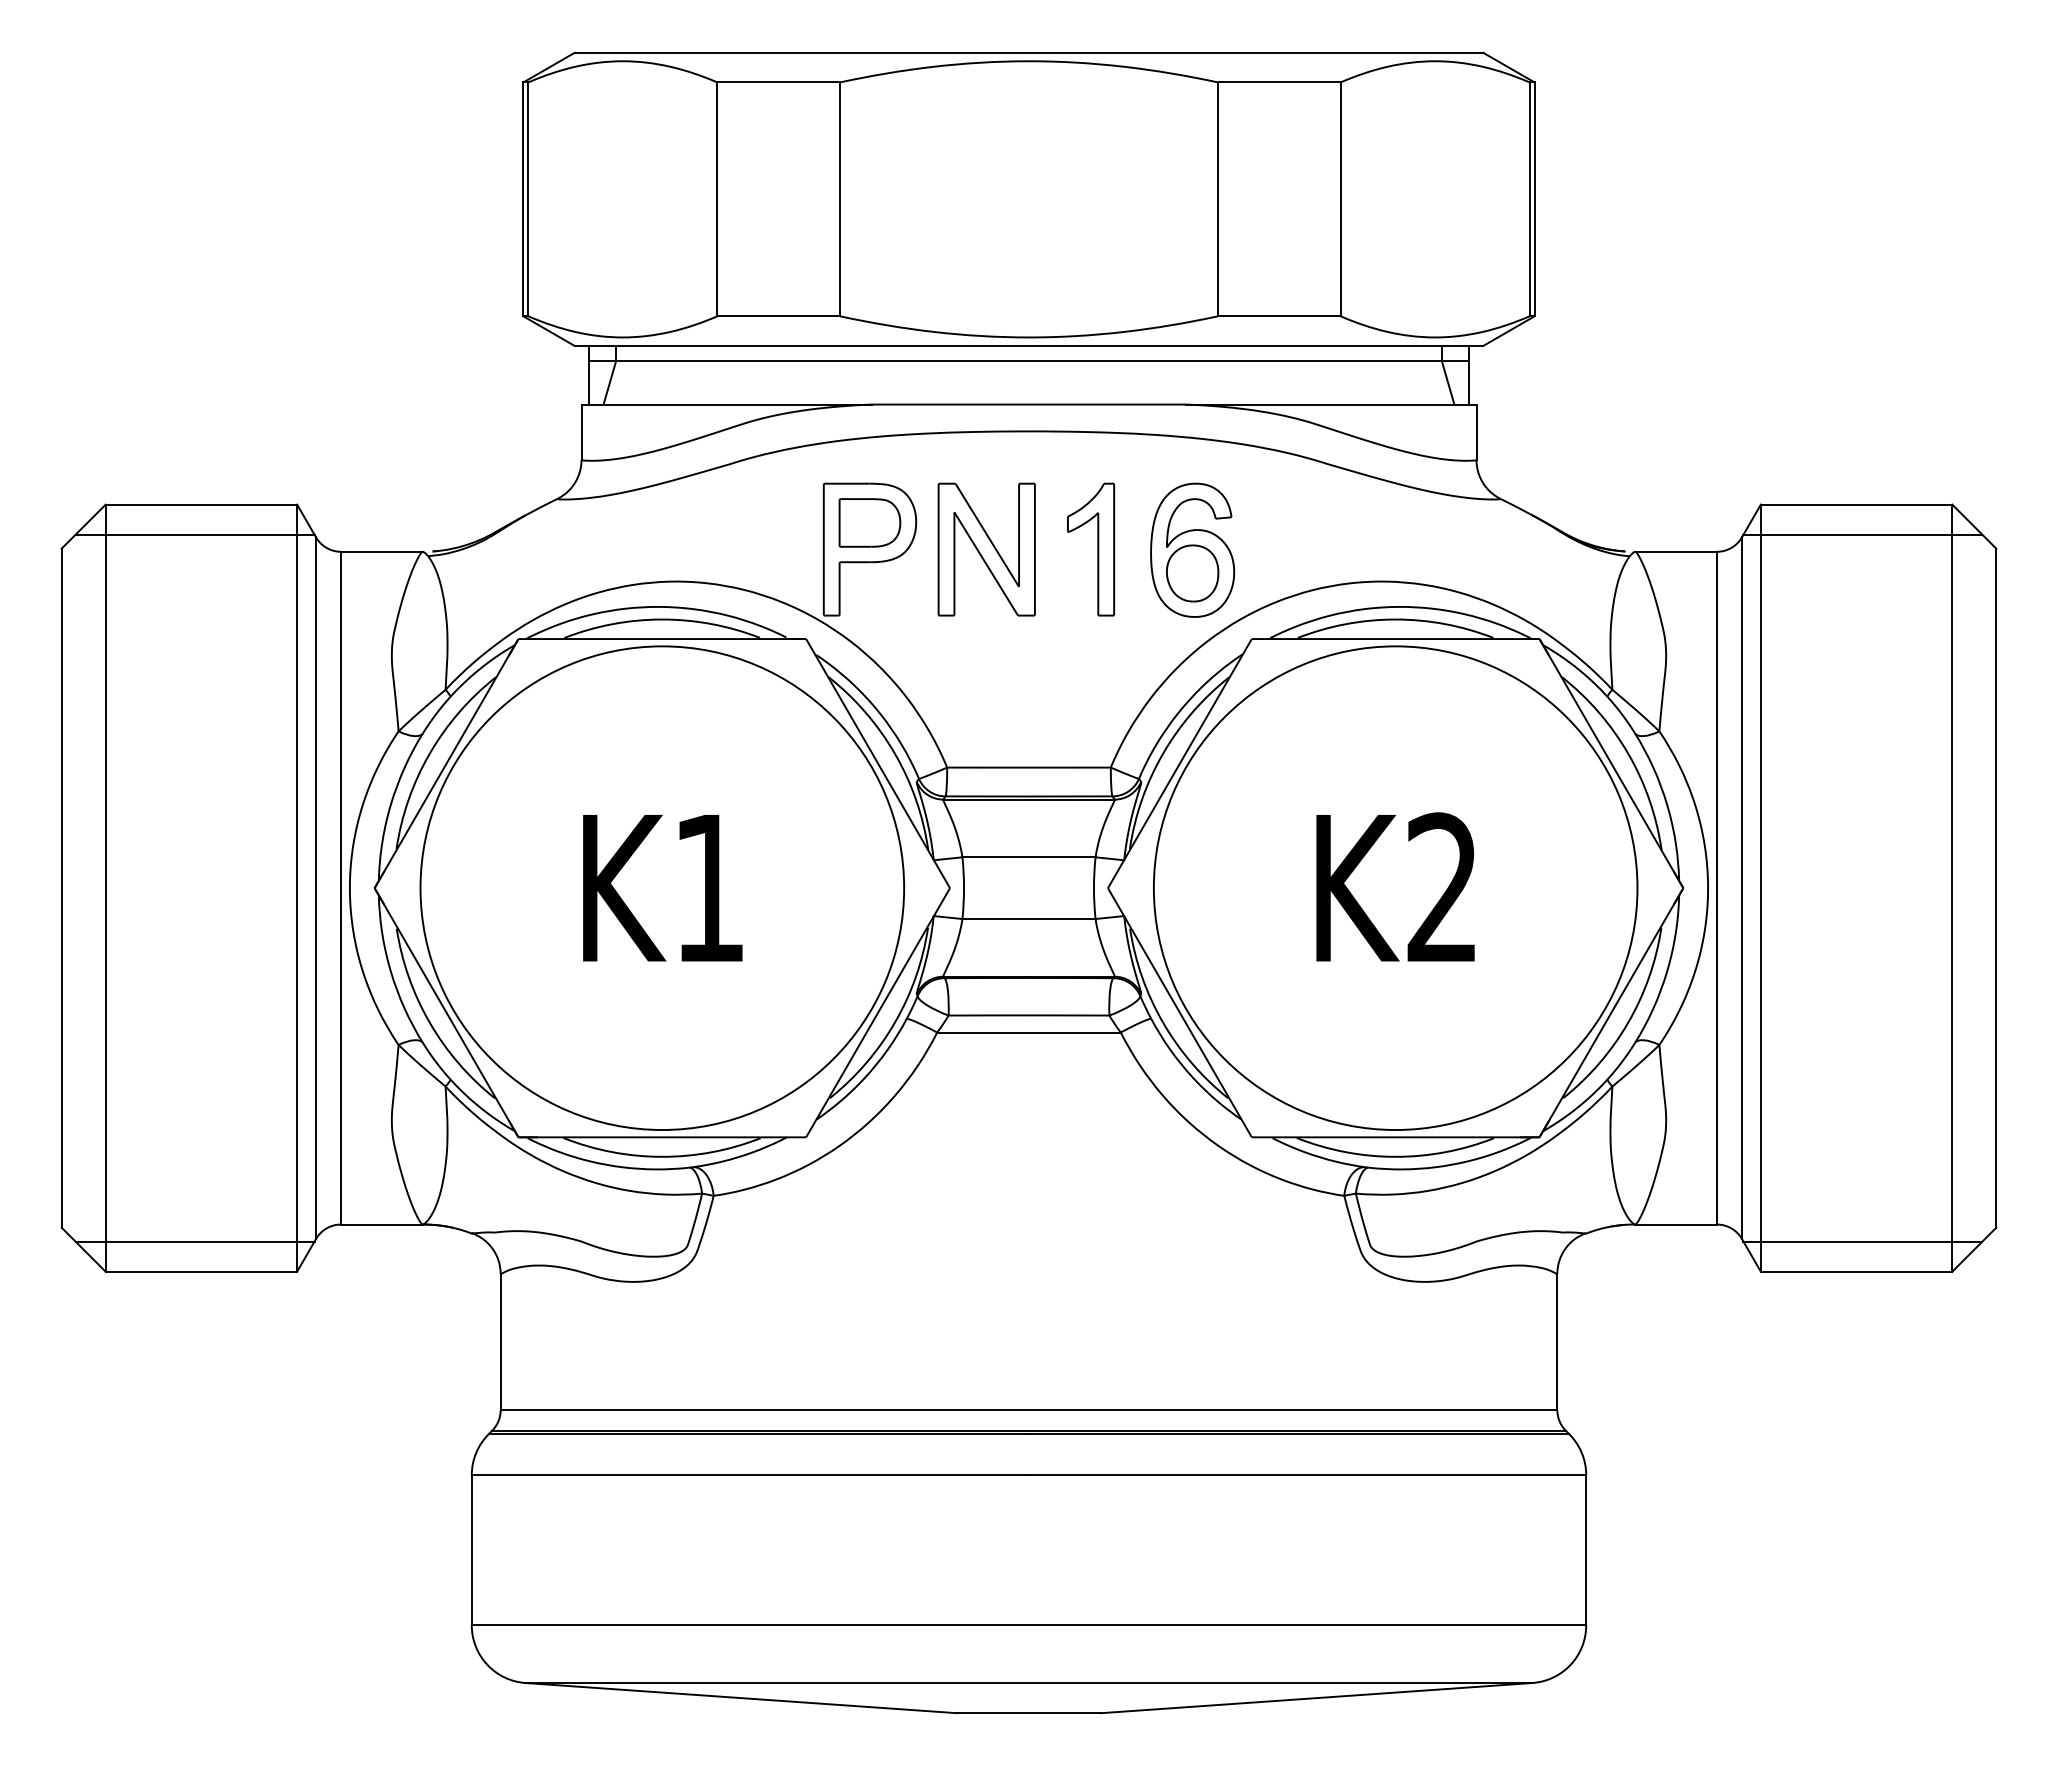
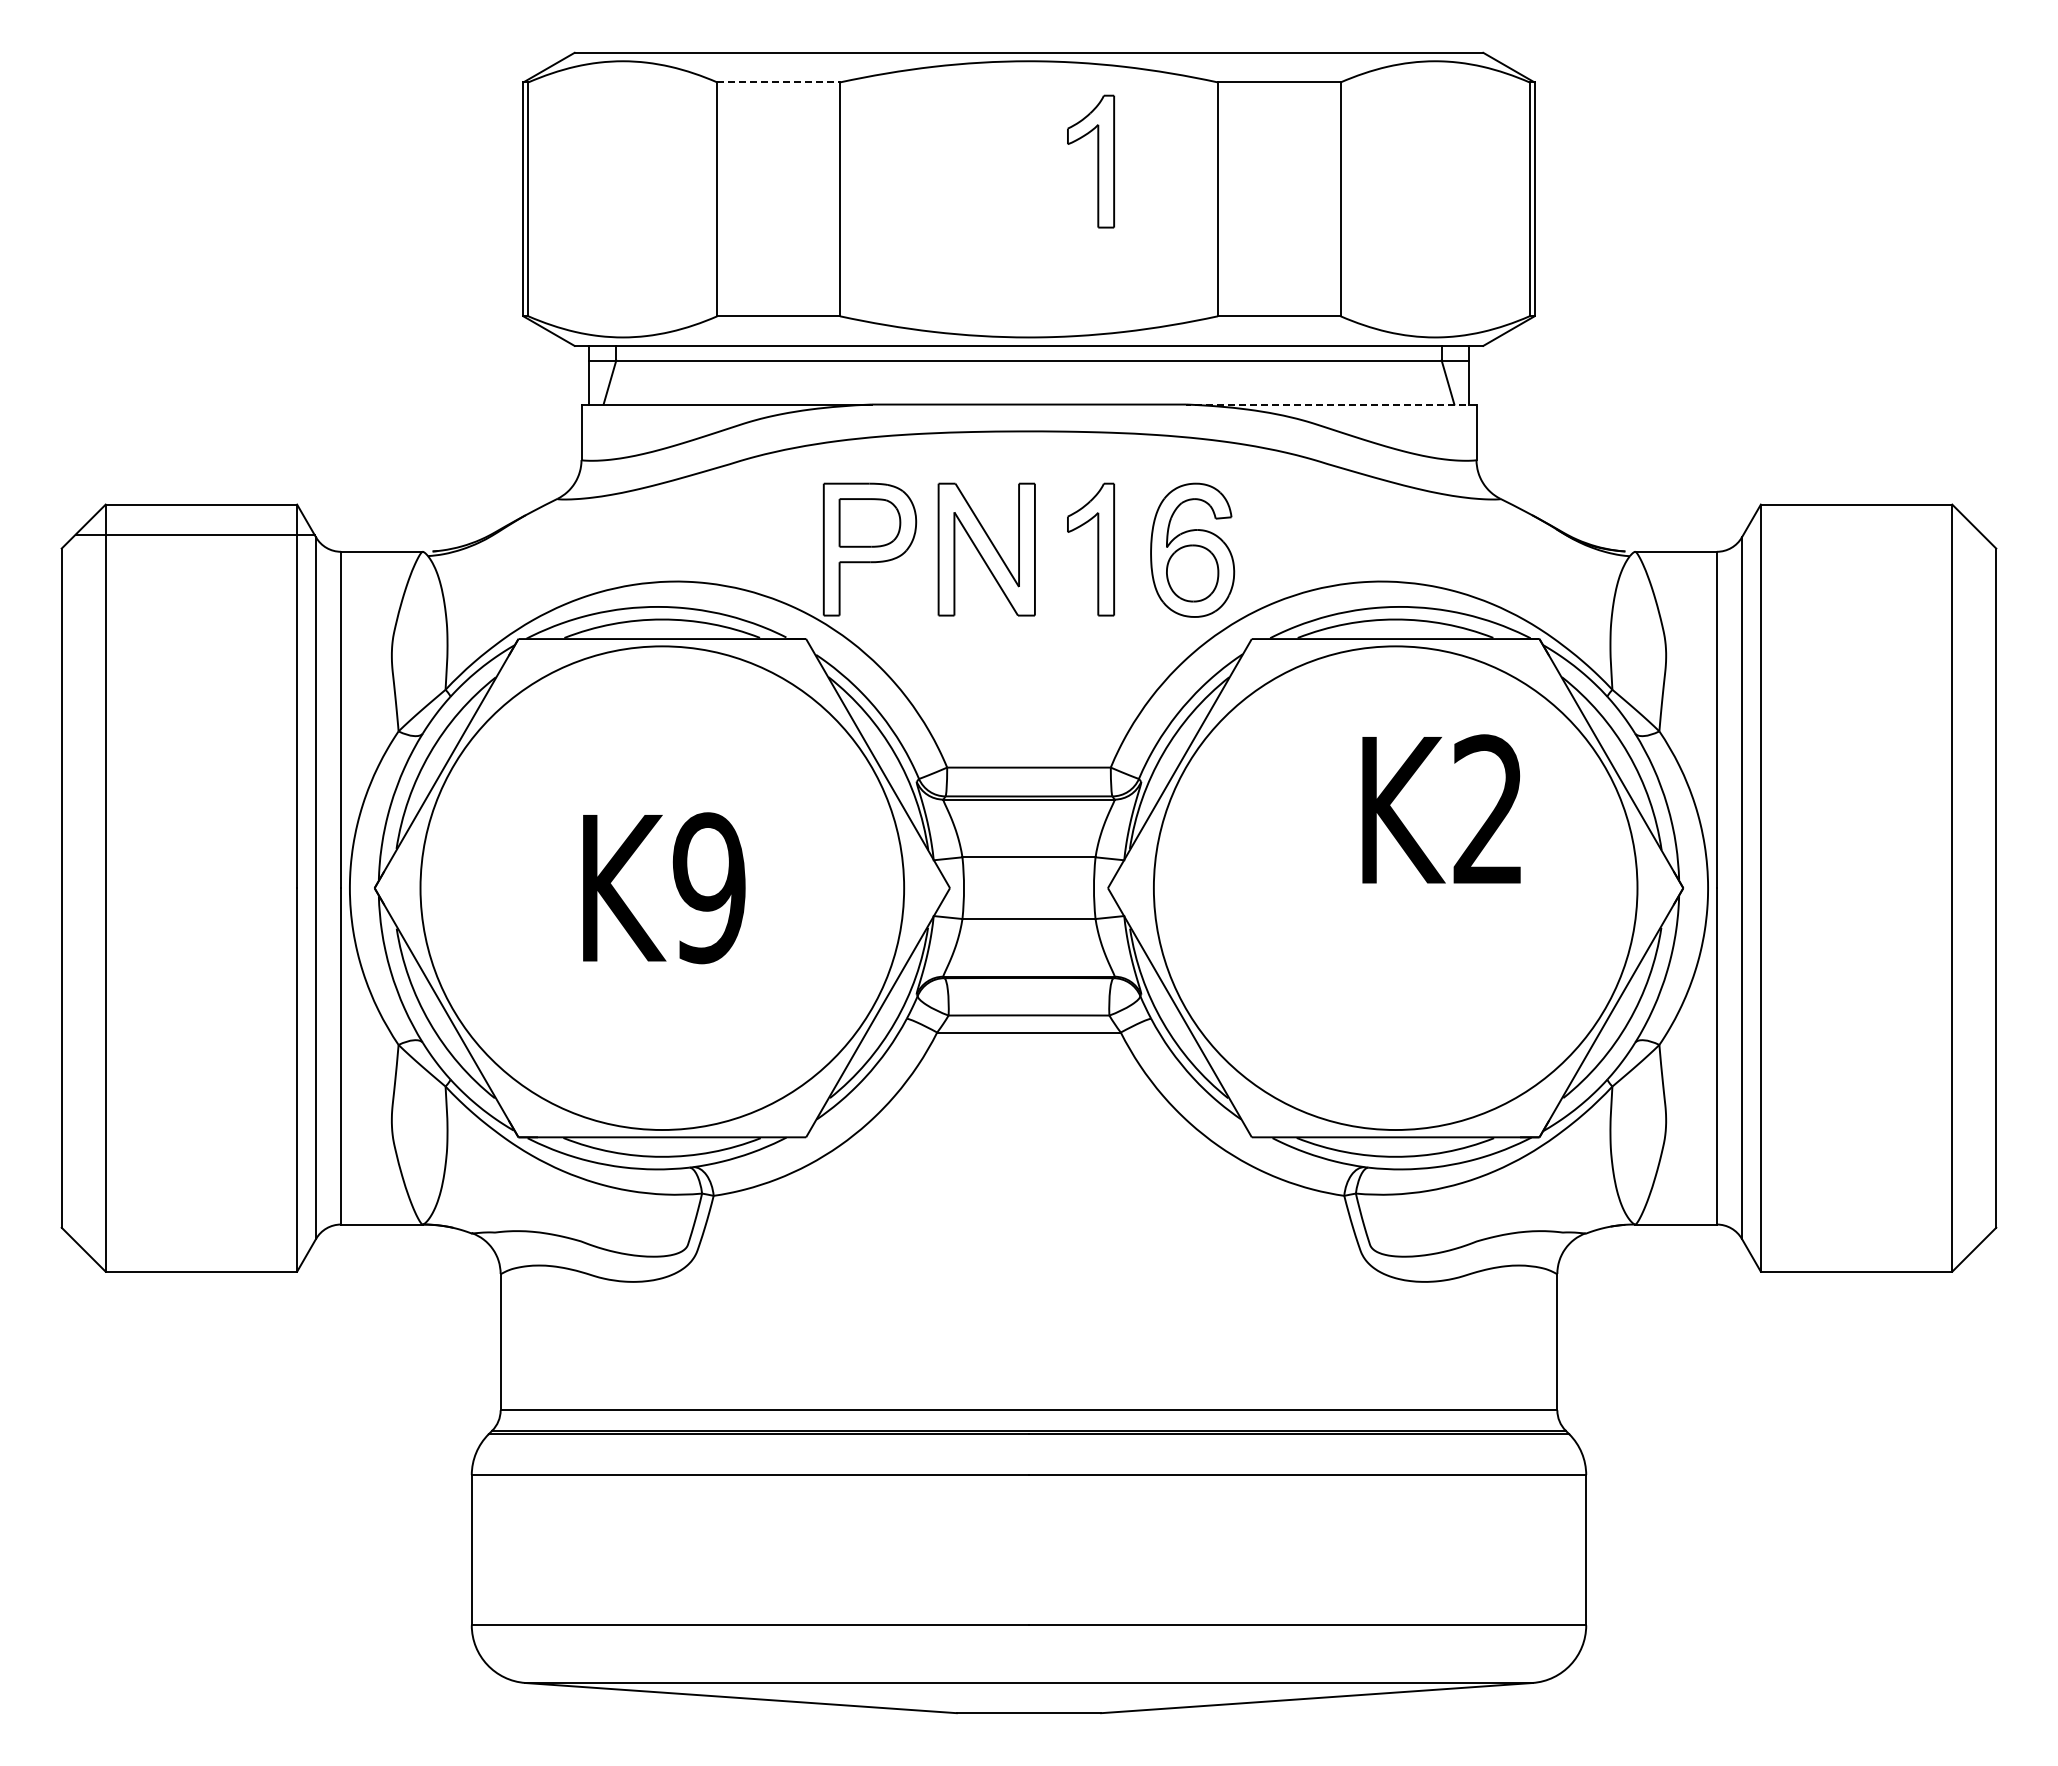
line at (779, 82): solid -> dashed
part at (1097, 161): none -> present
line at (1330, 404): solid -> dashed
line at (1862, 534): present -> none
text at (1395, 886) position: (1395, 886) -> (1441, 808)
text at (708, 888): K1 -> K9
line at (194, 1241): present -> none
line at (1862, 1241): present -> none
